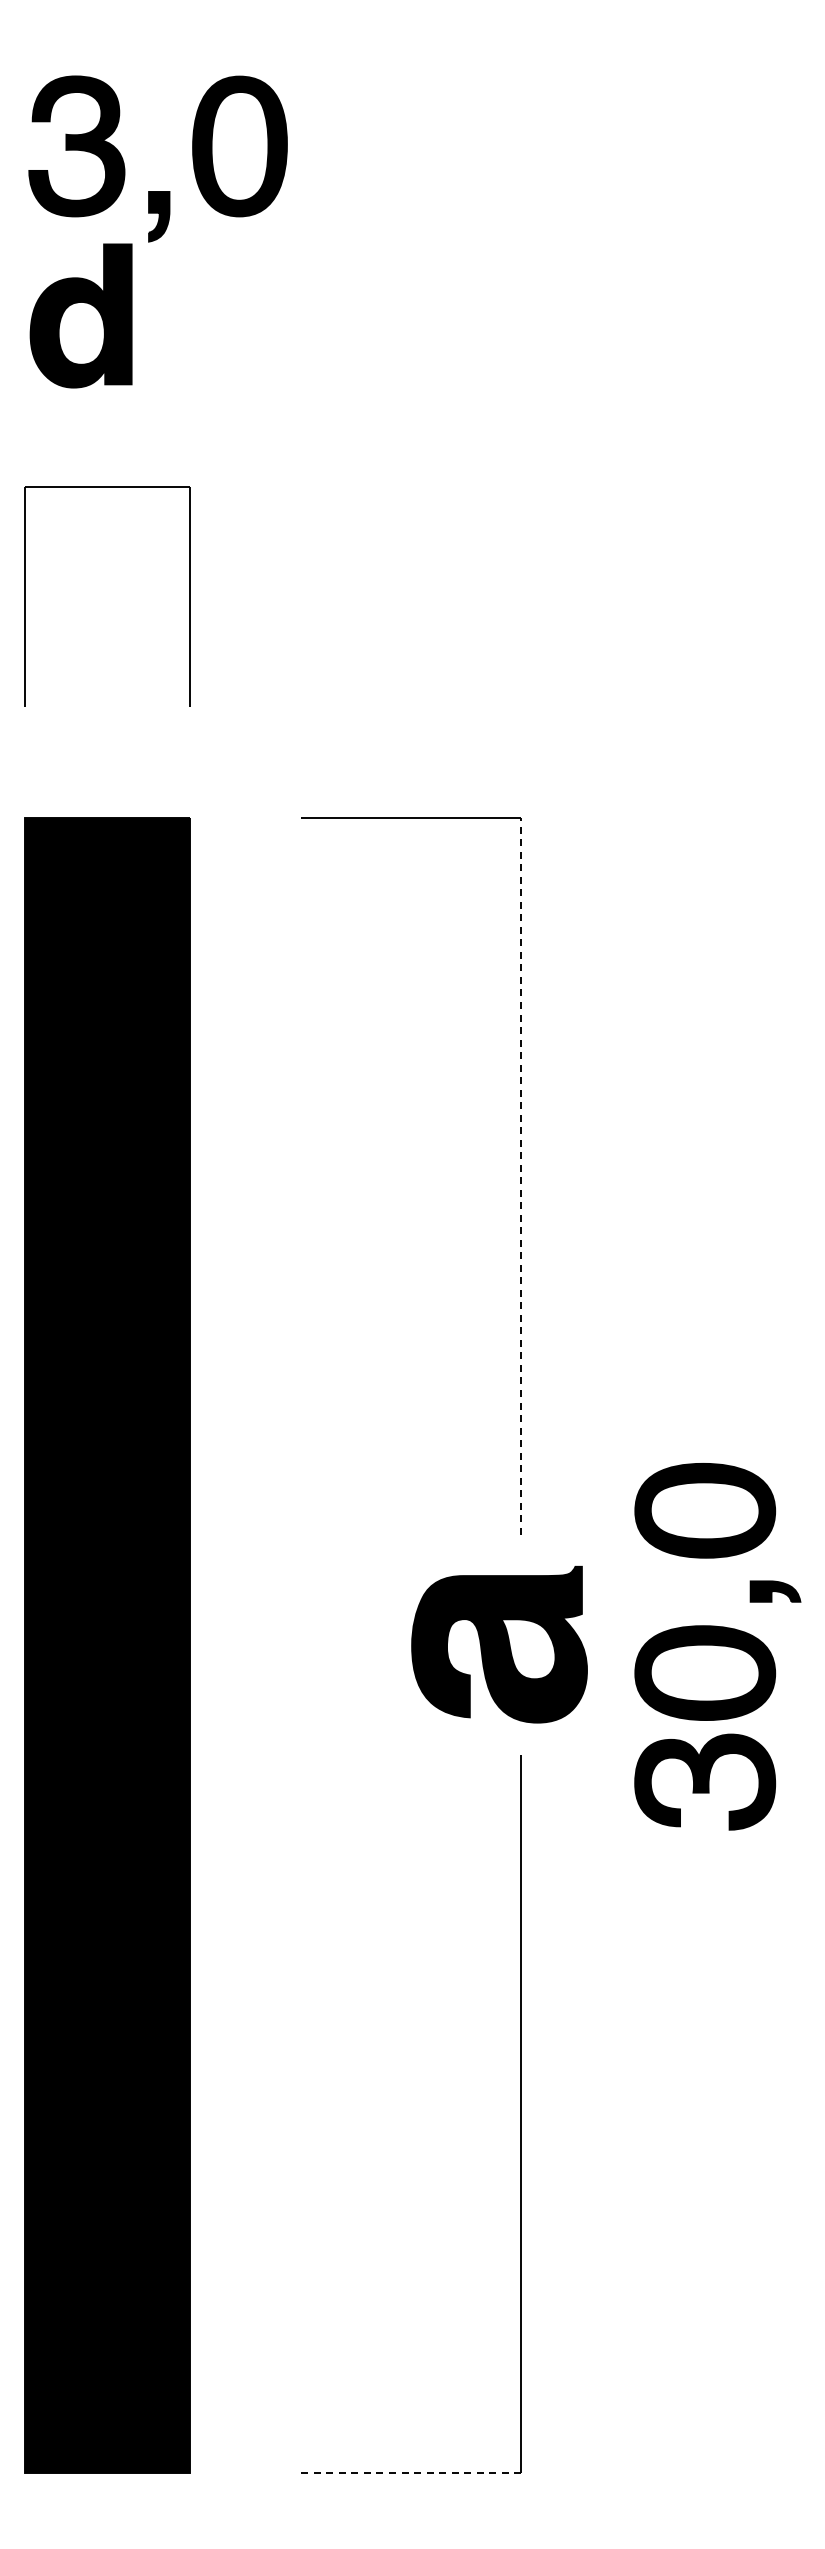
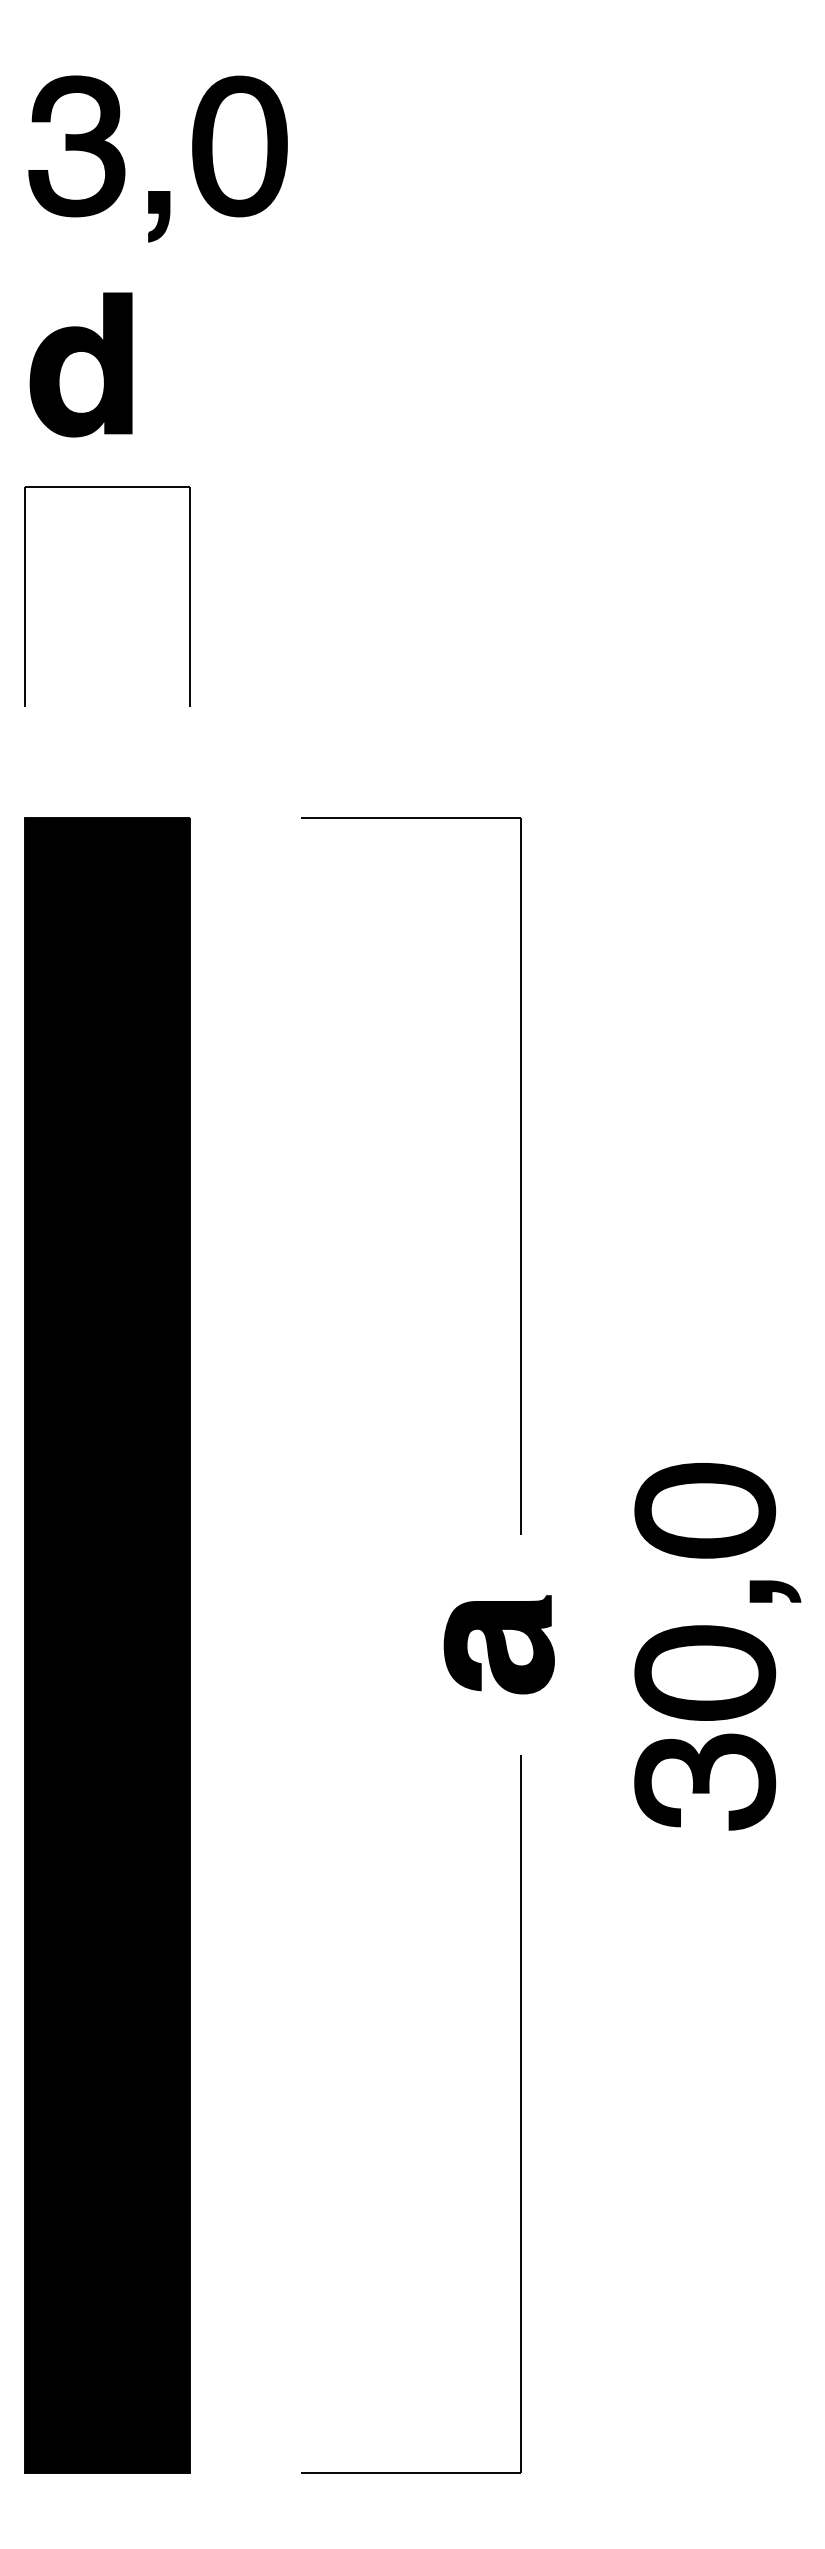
part at (80, 315) position: (80, 315) -> (80, 364)
line at (521, 1176): dashed -> solid
part at (499, 1644) size: 177x159 px -> 112x100 px
line at (410, 2472): dashed -> solid
